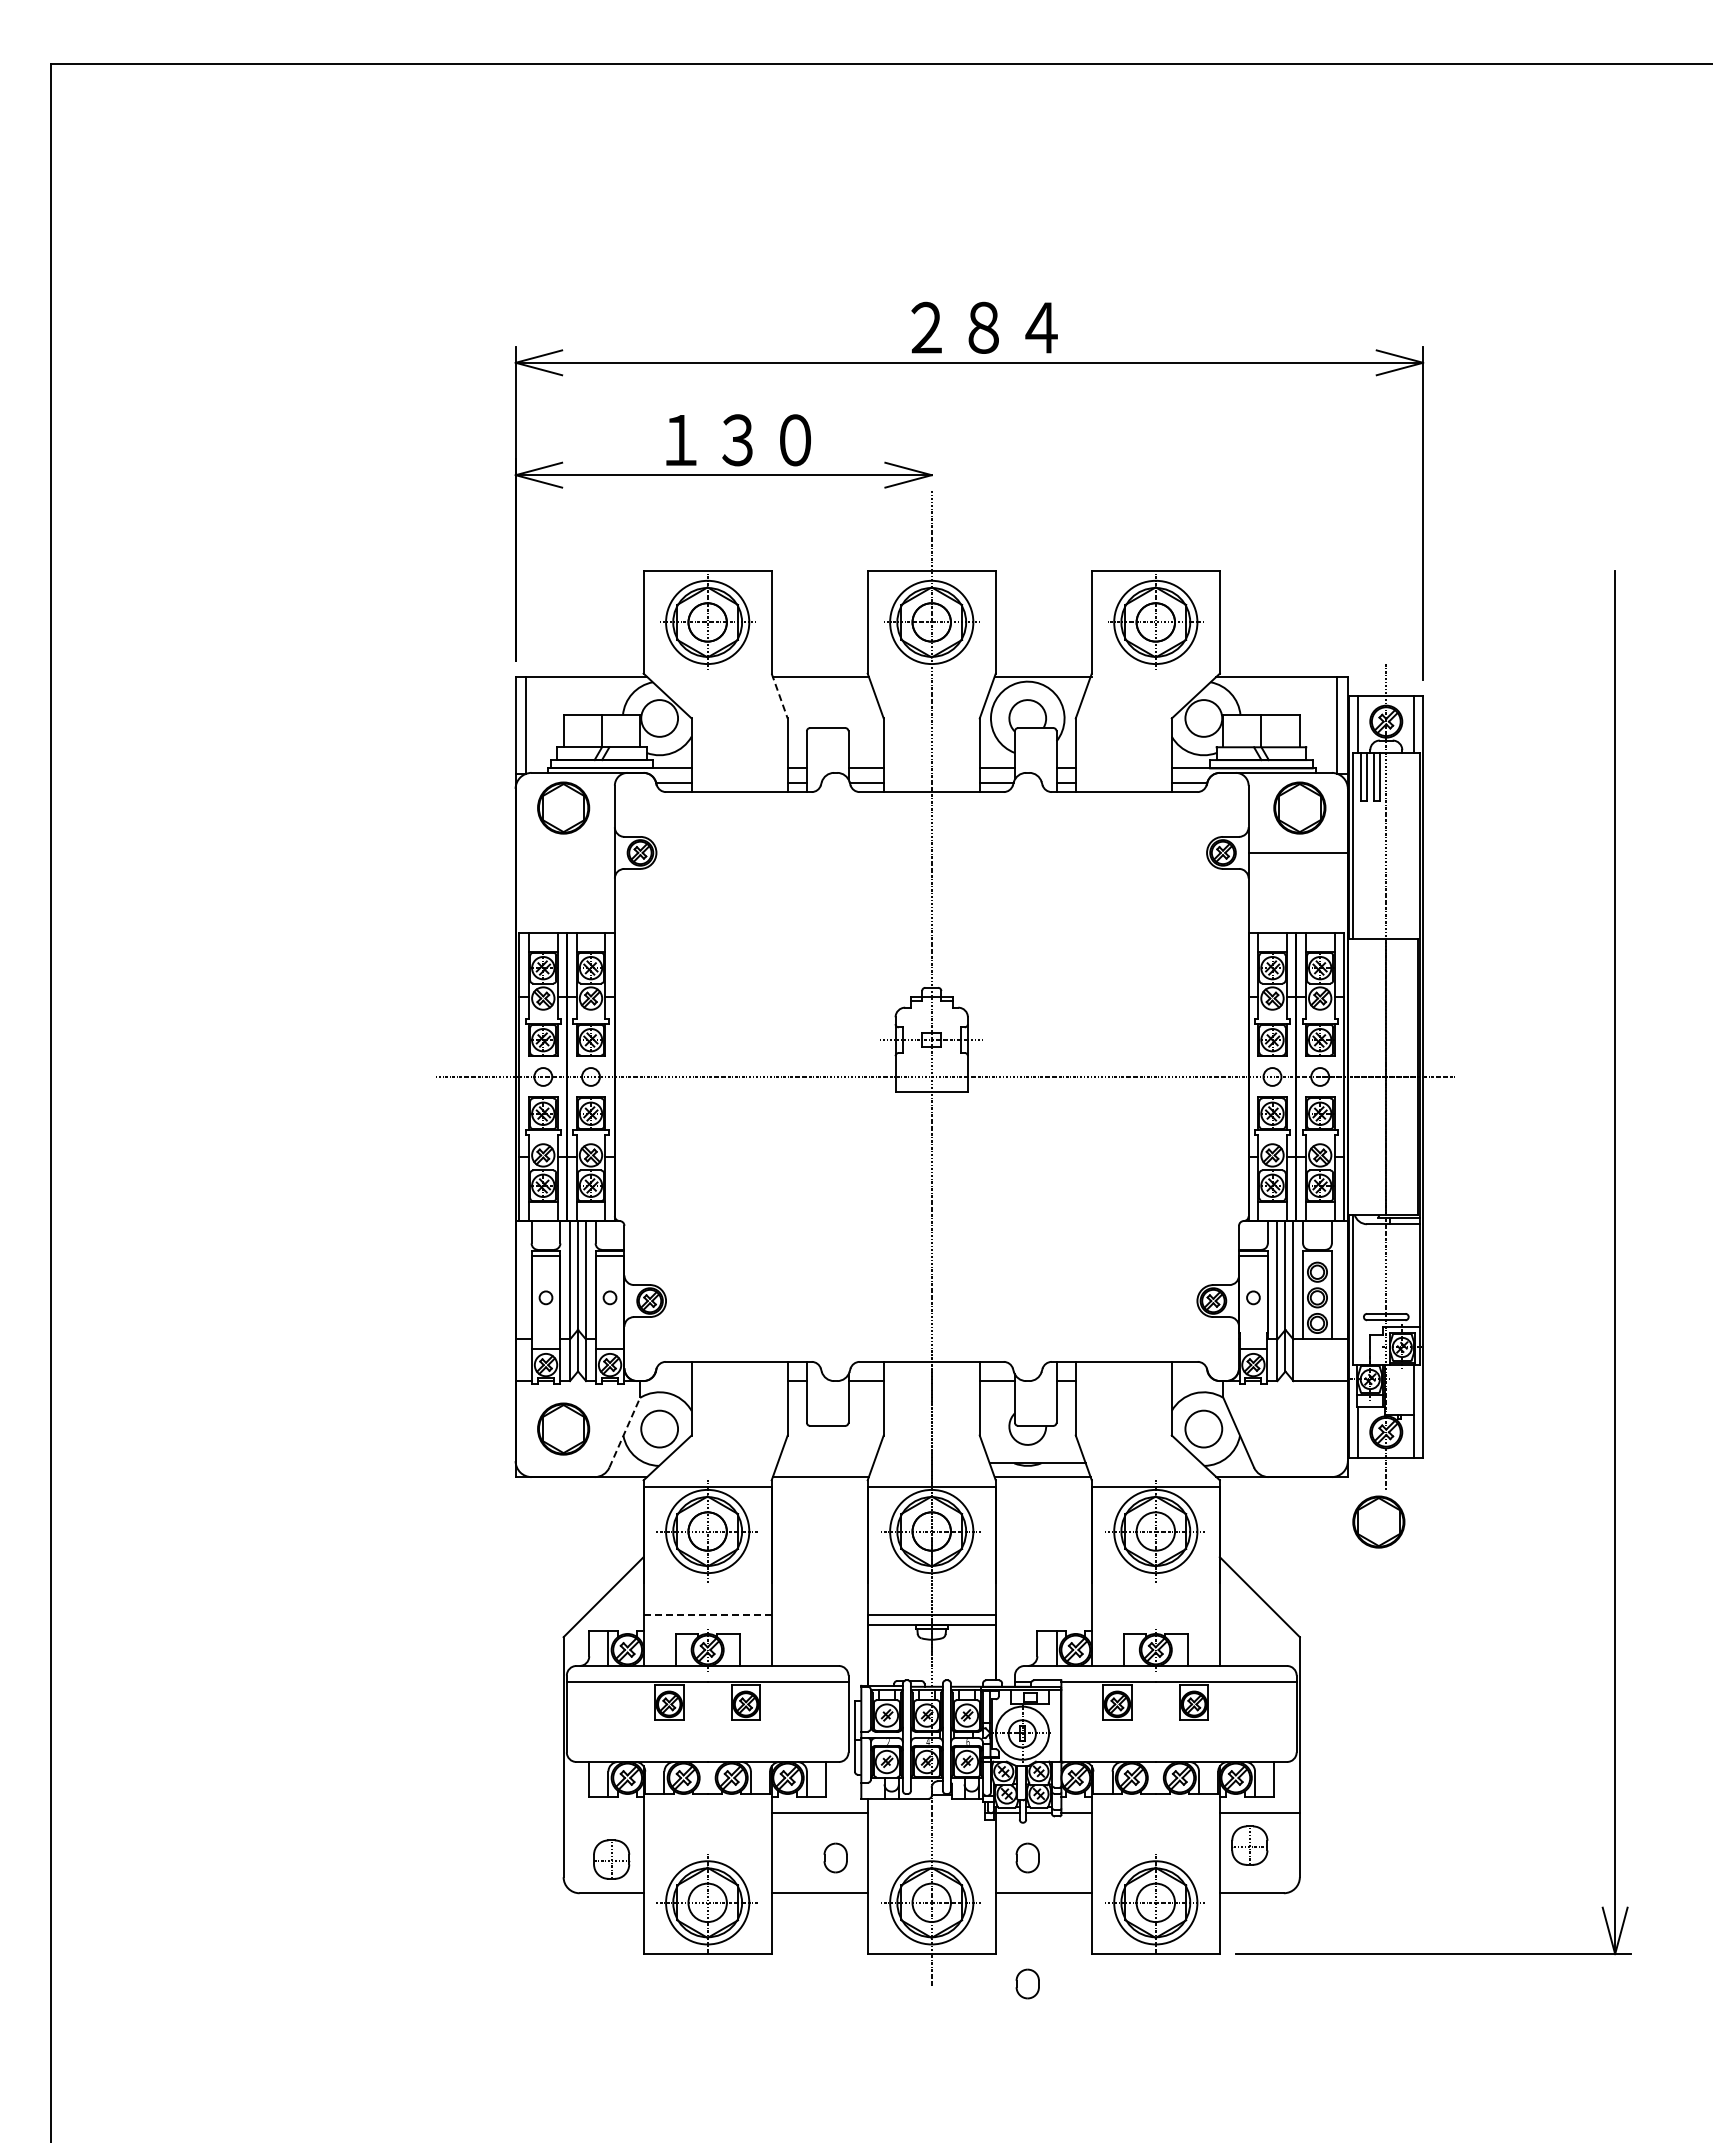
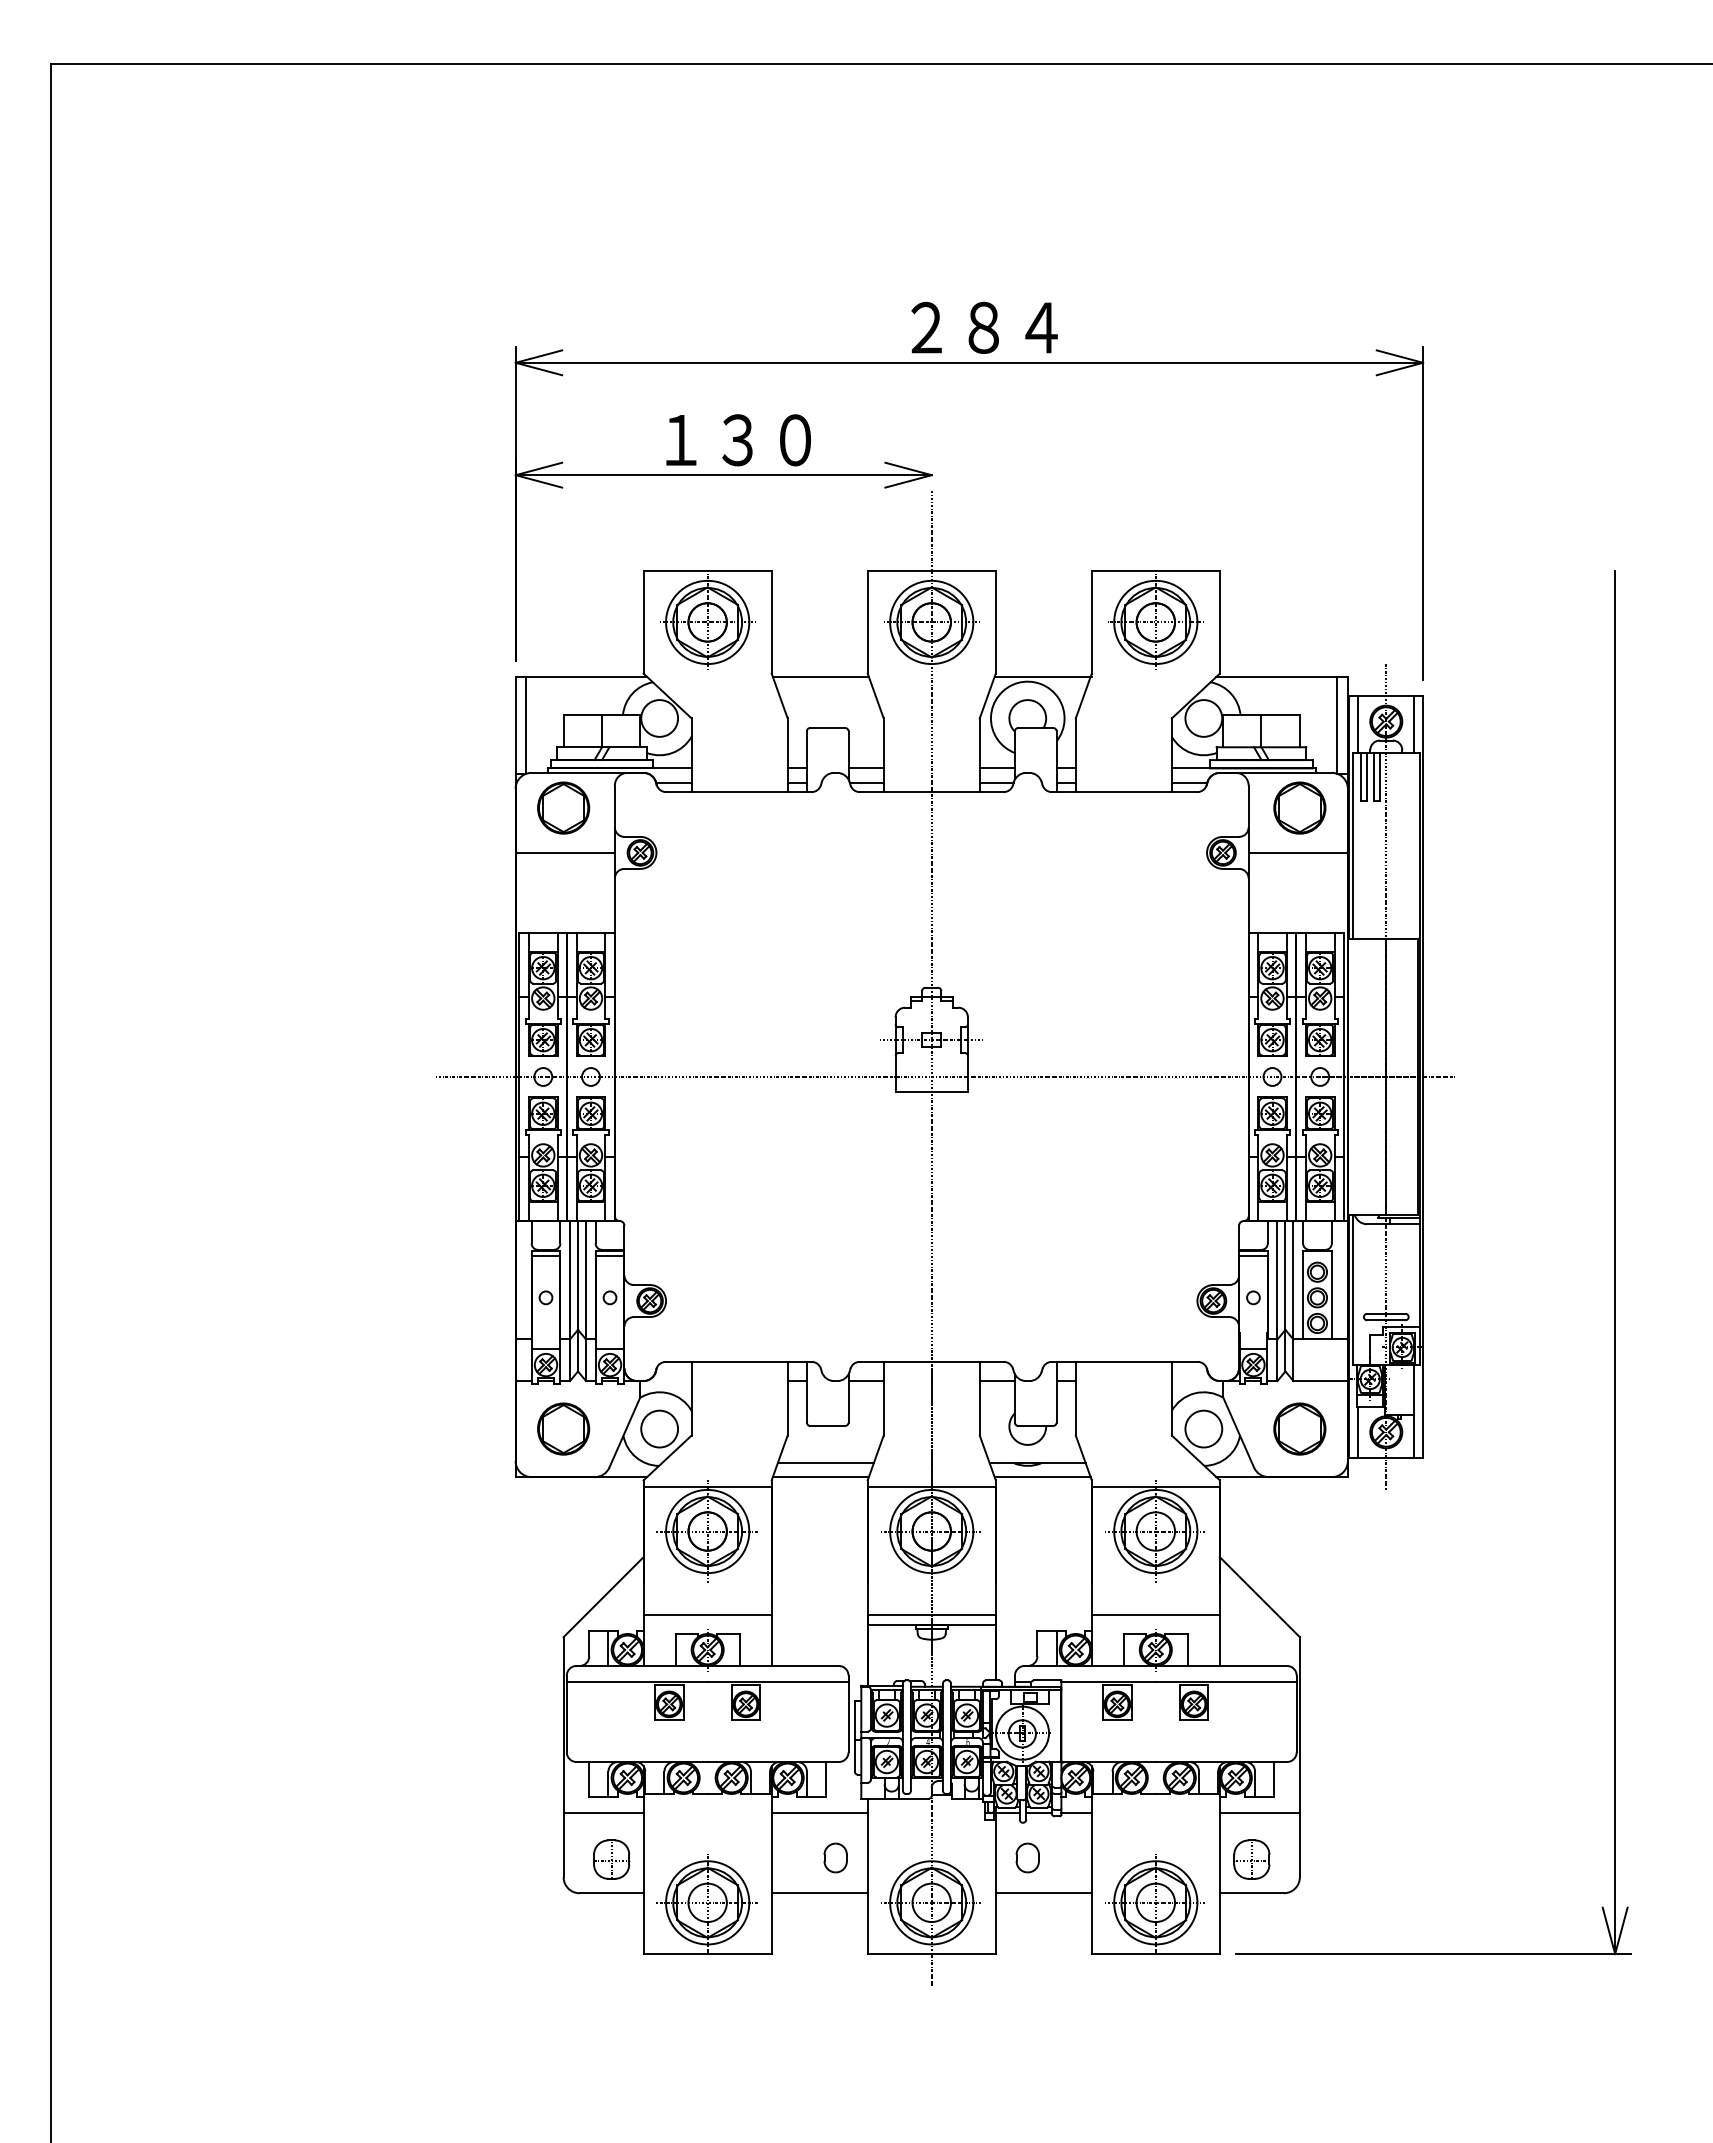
line at (779, 696): dashed -> solid
line at (564, 852): none -> present
line at (625, 1431): dashed -> solid
line at (825, 1463): none -> present
part at (1378, 1521) position: (1378, 1521) -> (1299, 1428)
line at (707, 1614): dashed -> solid
line at (1155, 1614): none -> present
line at (603, 1813): none -> present
part at (1249, 1845) position: (1249, 1845) -> (1251, 1859)
part at (1027, 1983): present -> none
